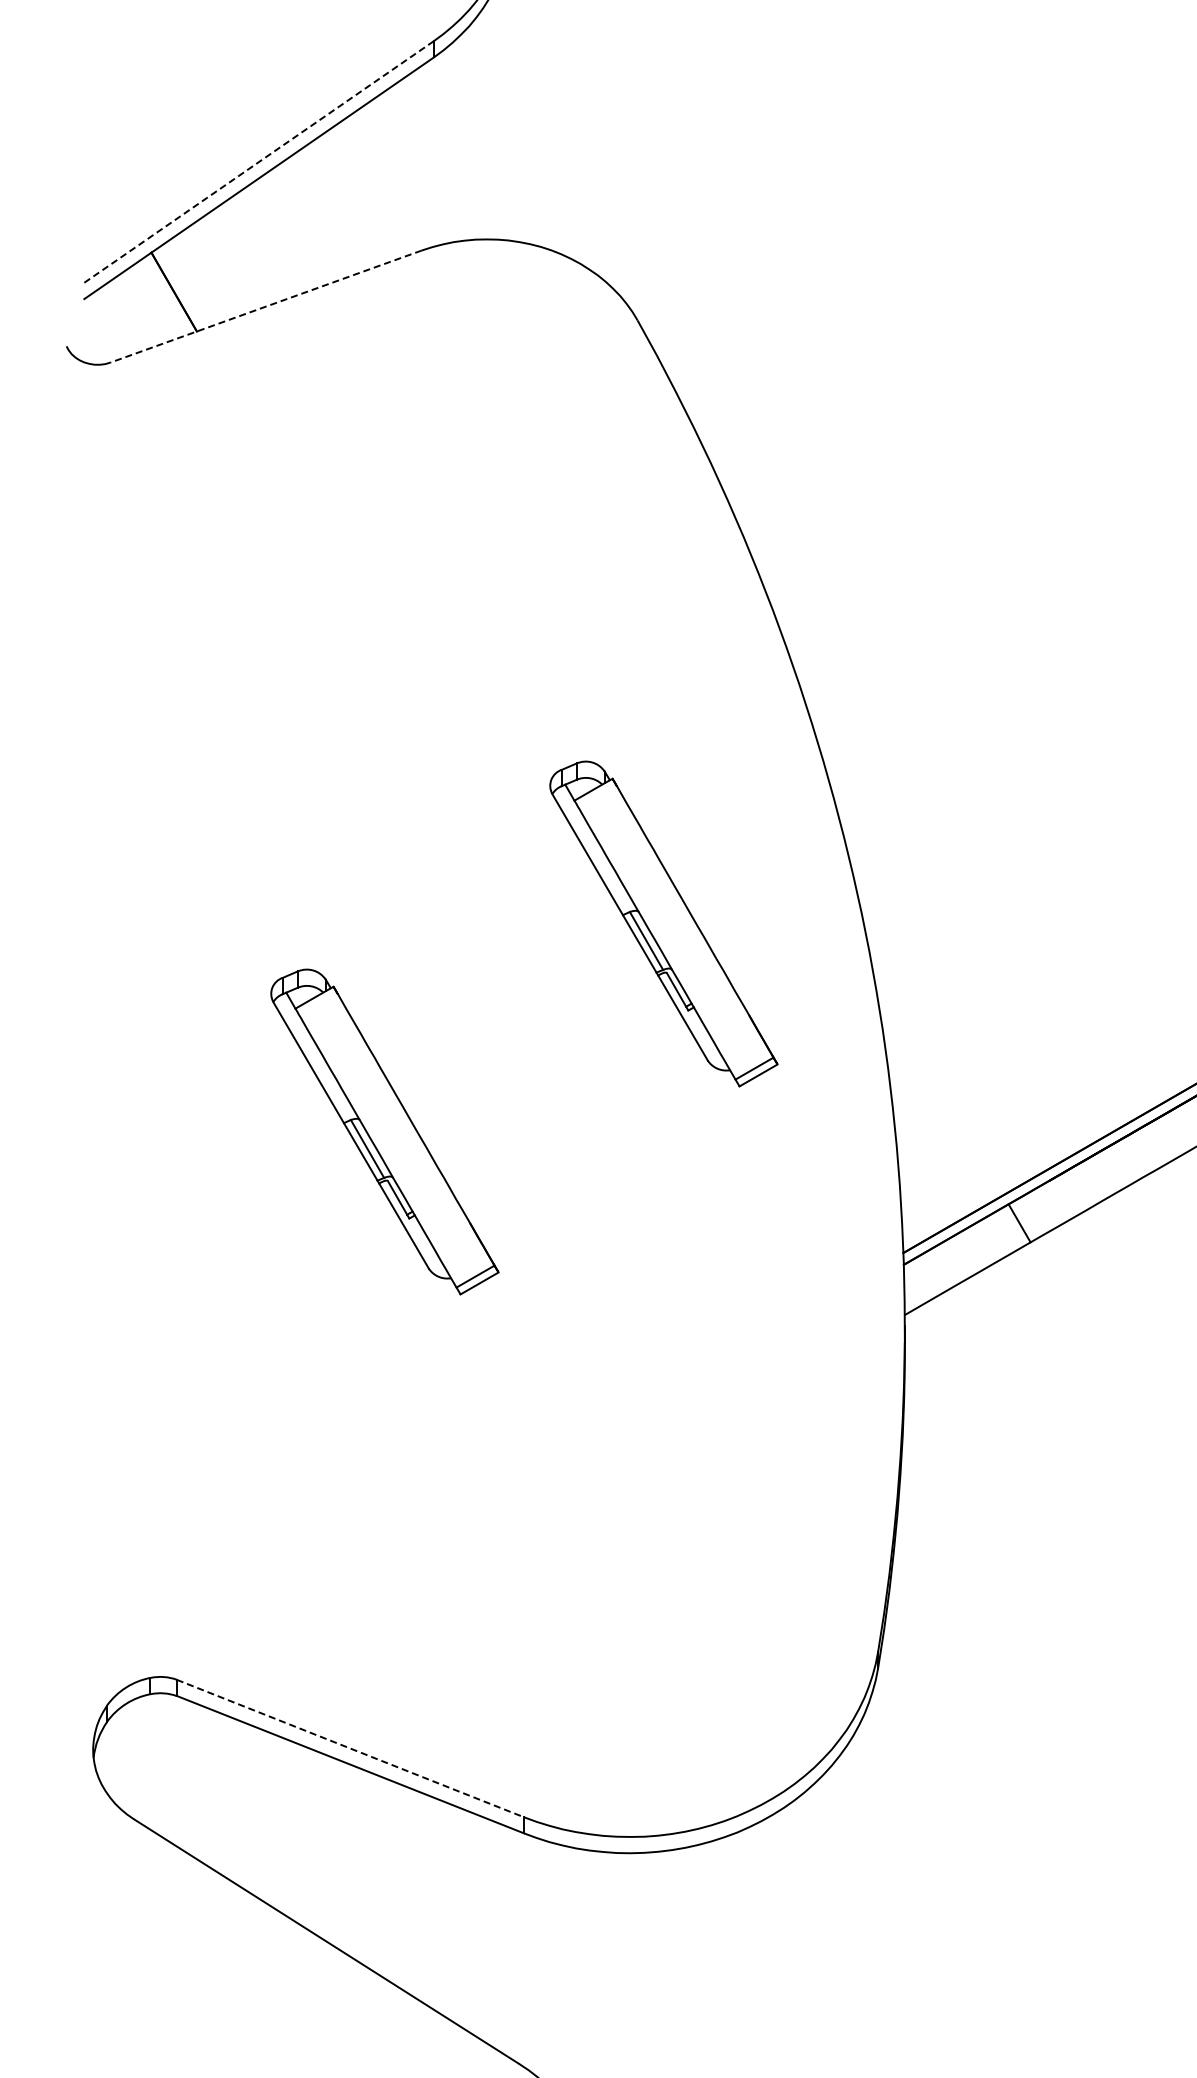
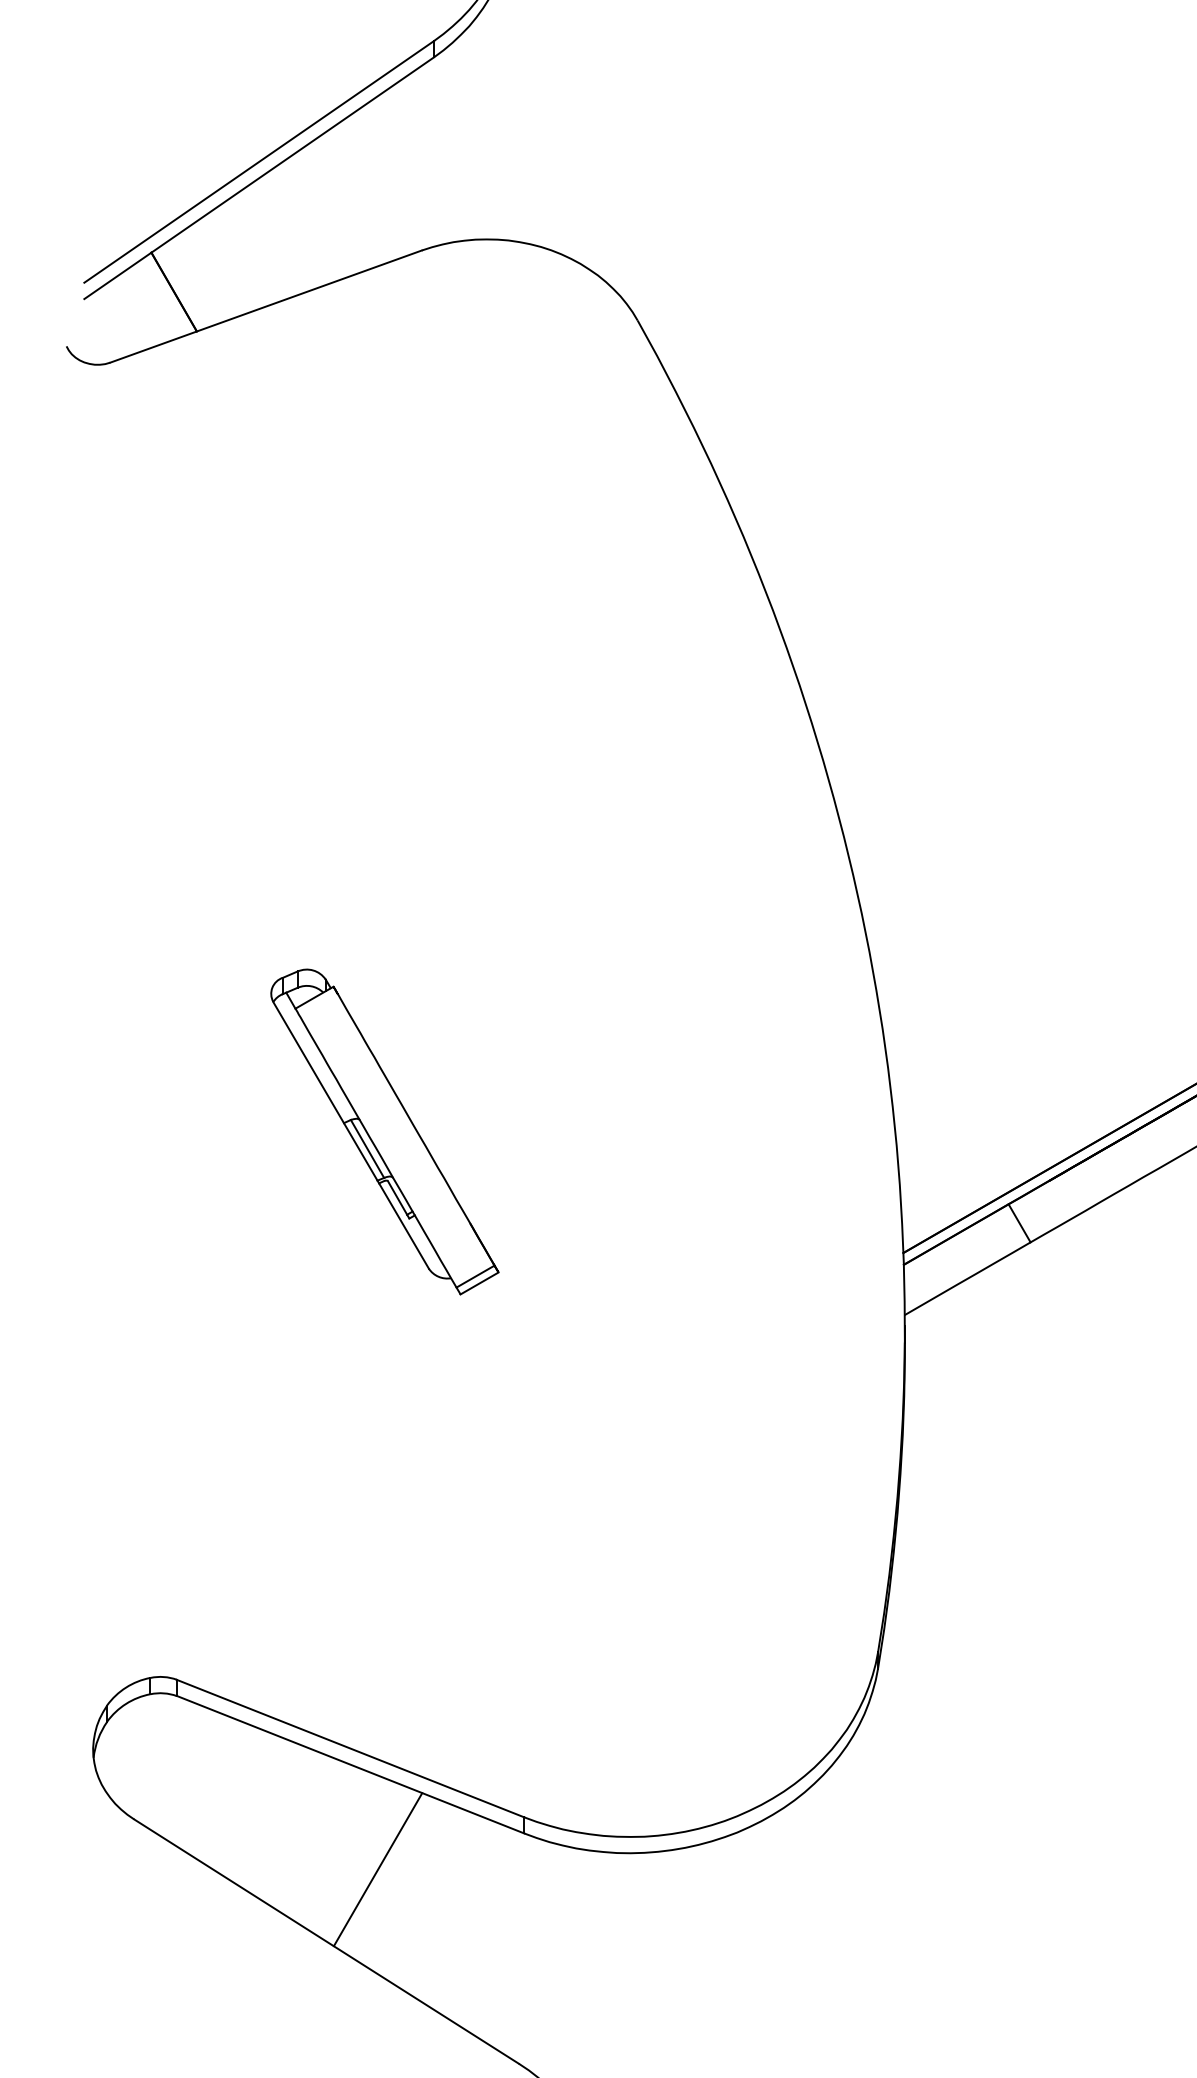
line at (259, 161): dashed -> solid
line at (266, 306): dashed -> solid
part at (663, 923): present -> none
line at (350, 1748): dashed -> solid
line at (377, 1869): none -> present
